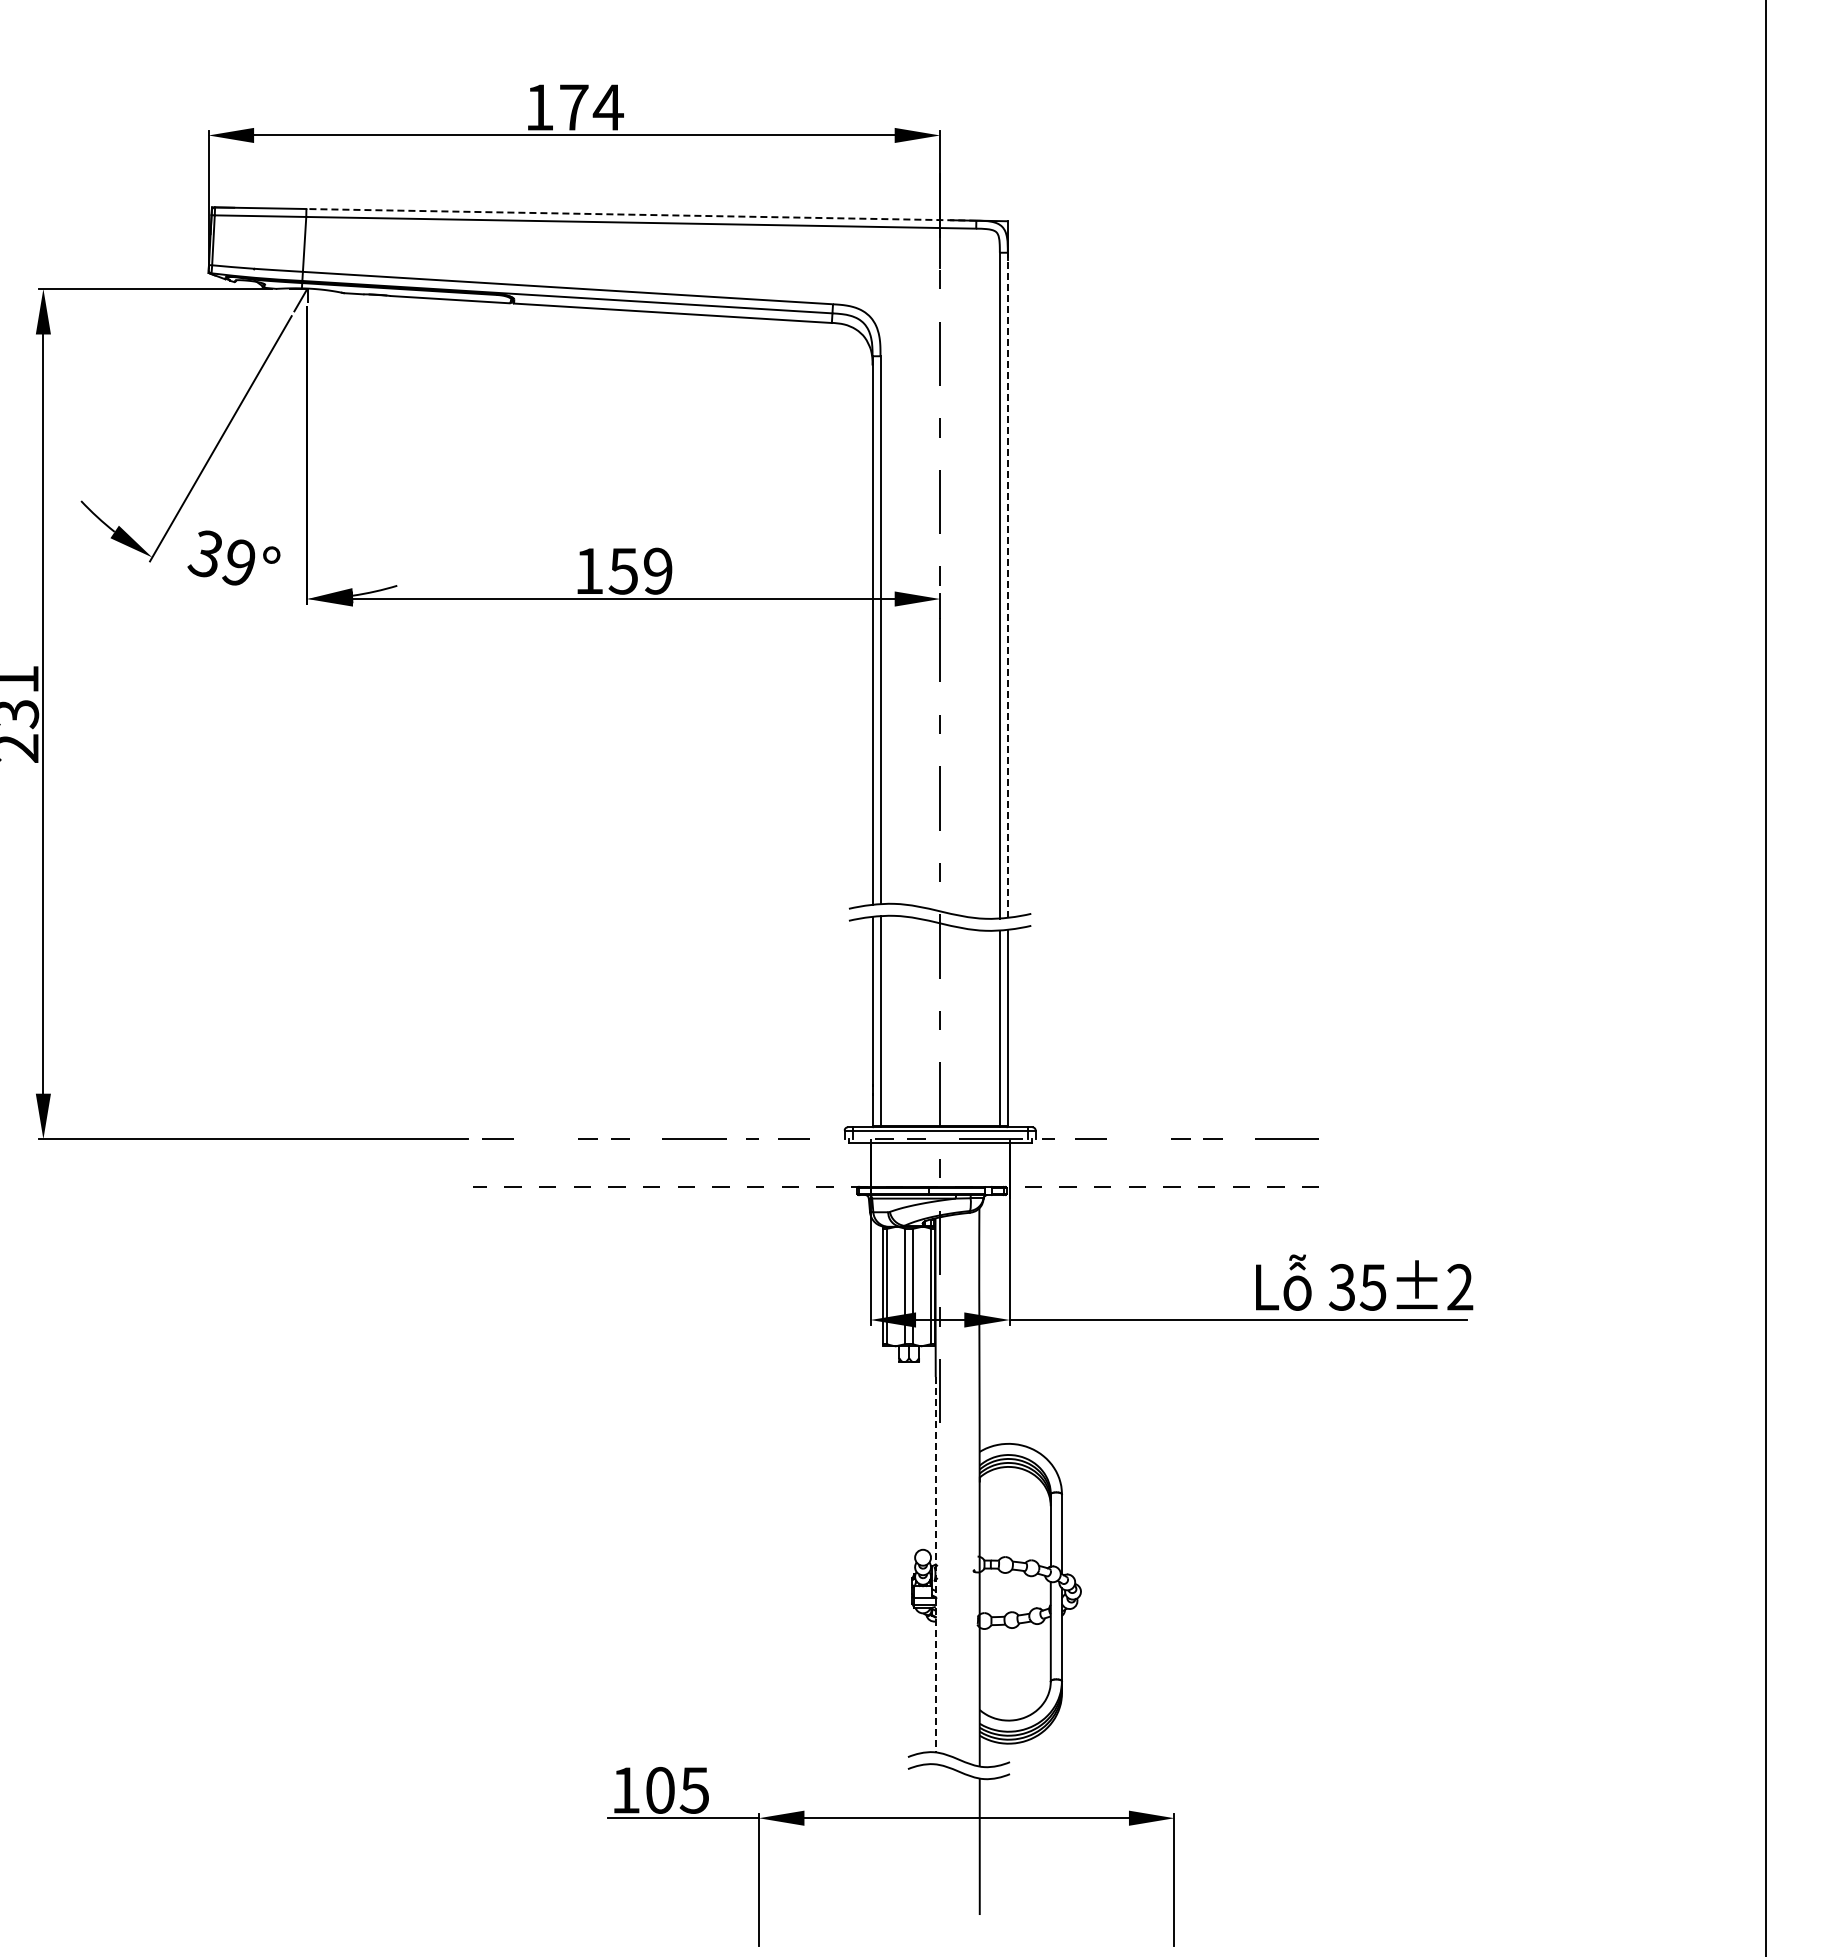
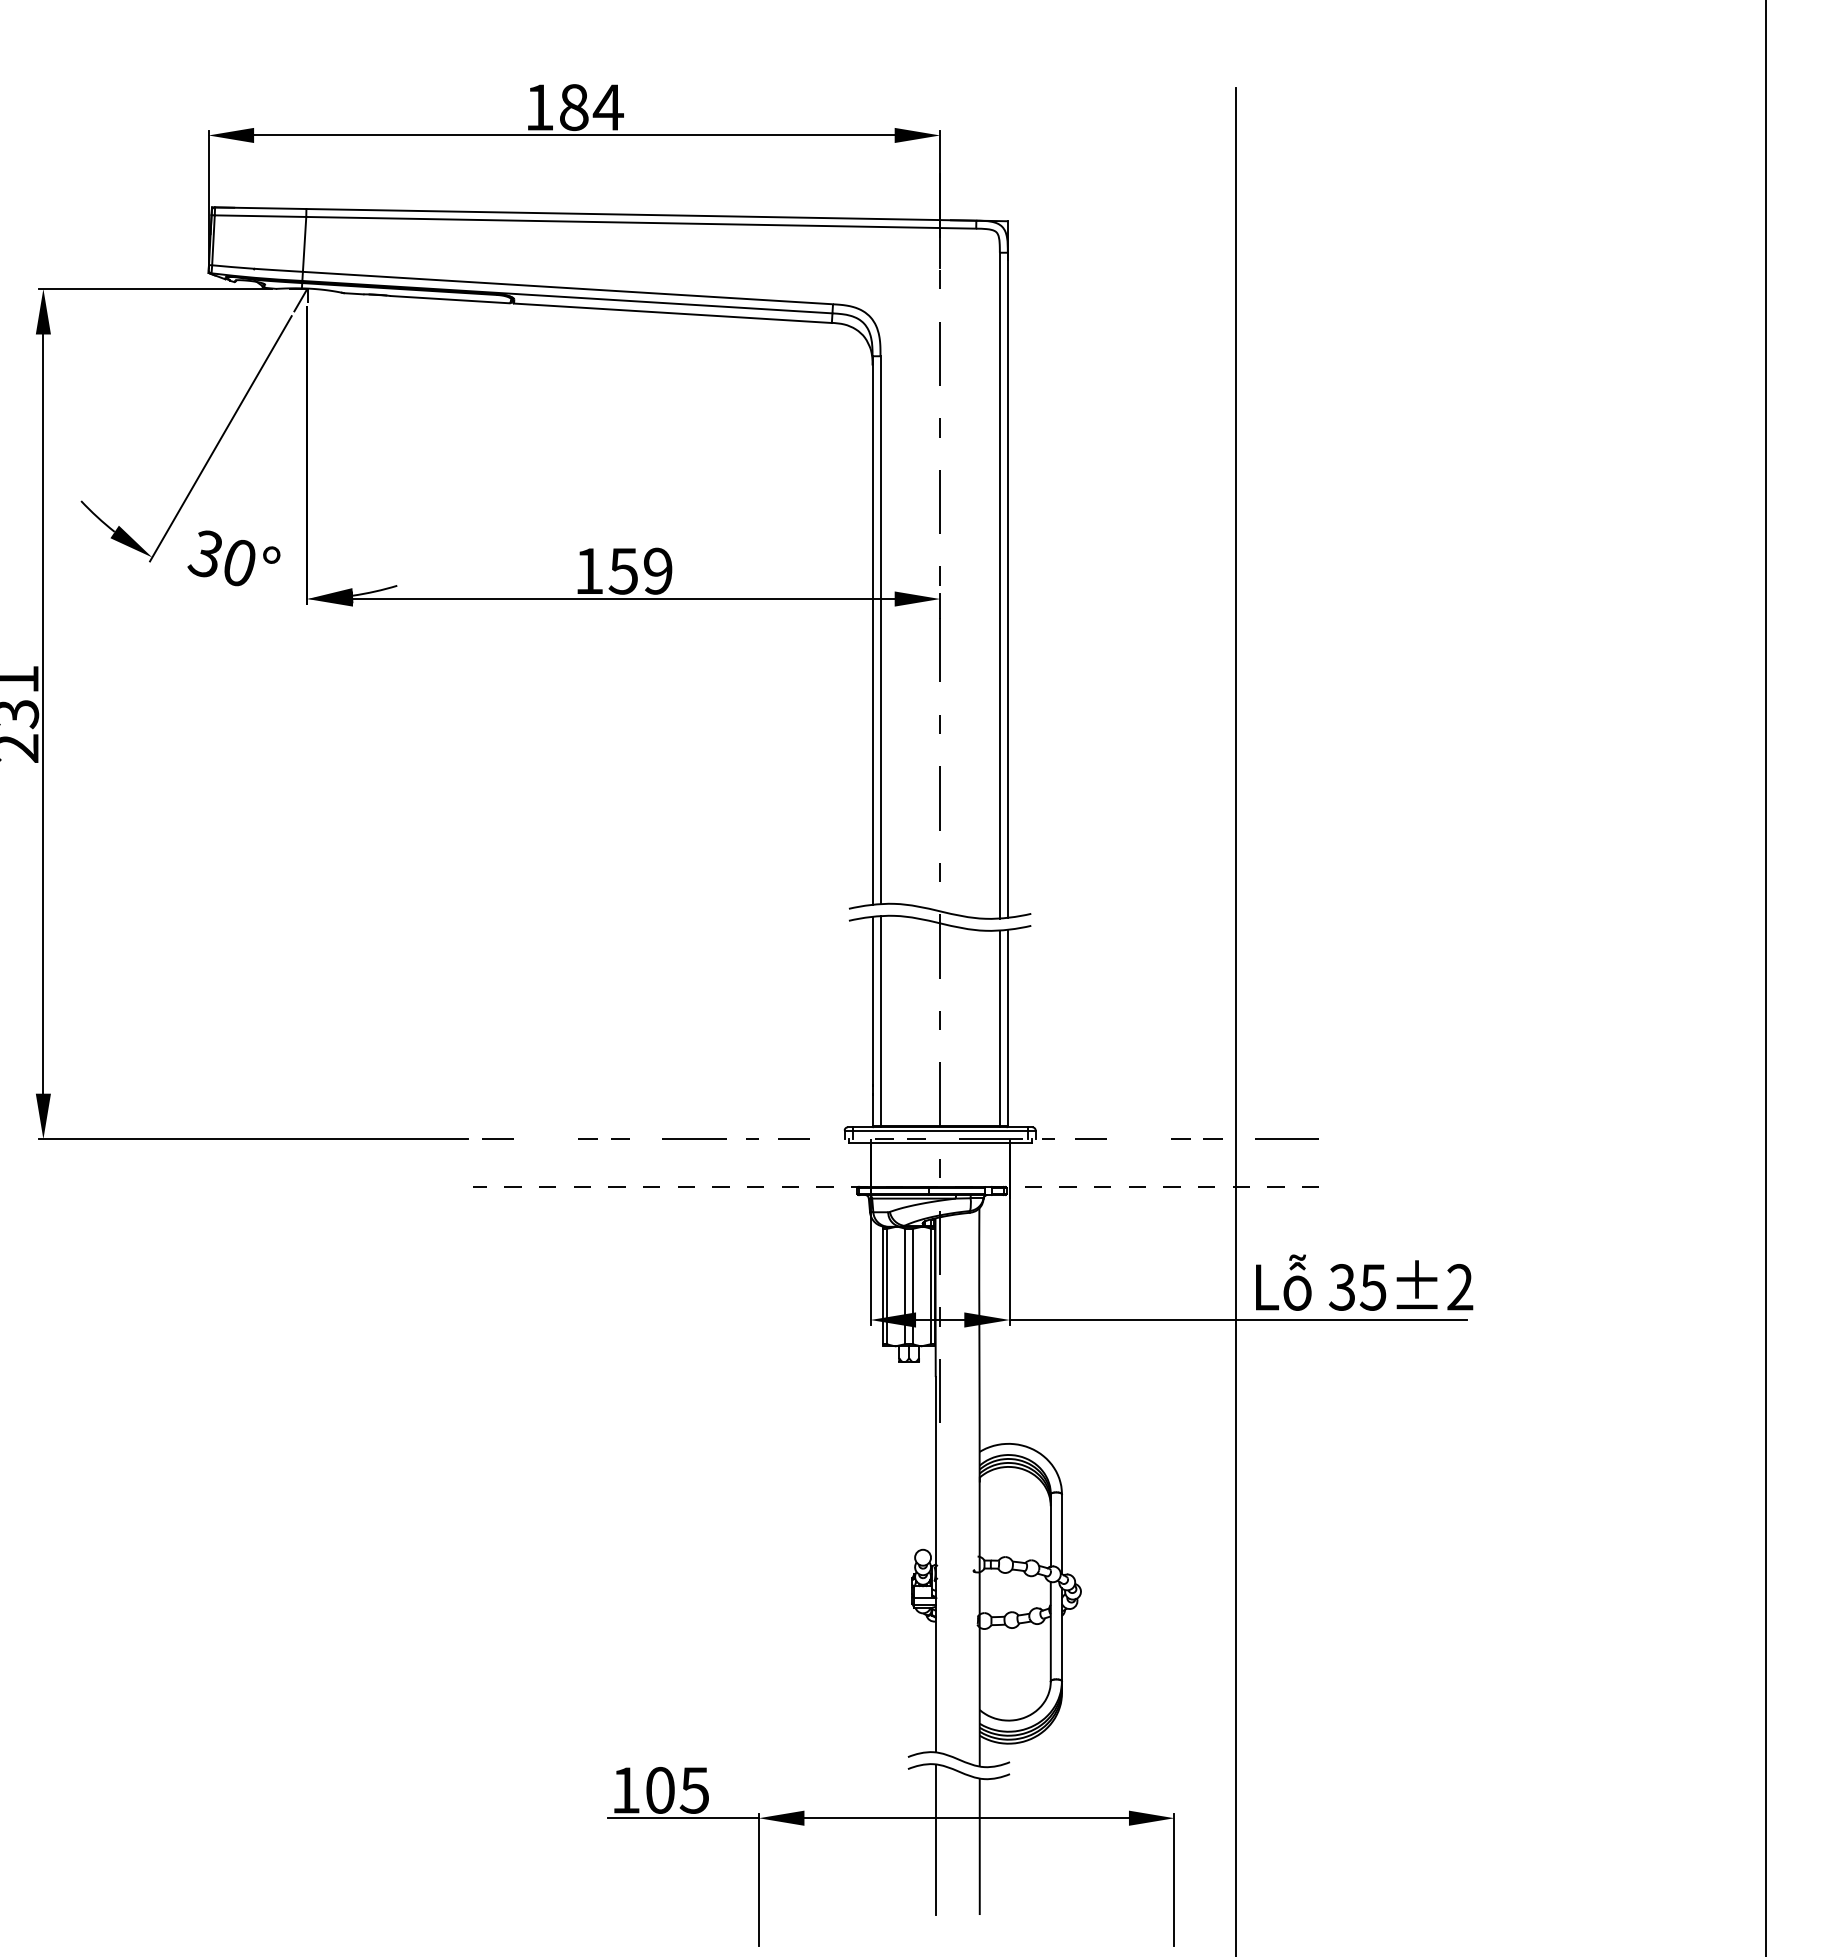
text at (574, 107): 174 -> 184
line at (640, 214): dashed -> solid
text at (238, 562): 39° -> 30°
line at (1007, 585): dashed -> solid
line at (1236, 1020): none -> present
line at (935, 1564): dashed -> solid
line at (935, 1840): none -> present
